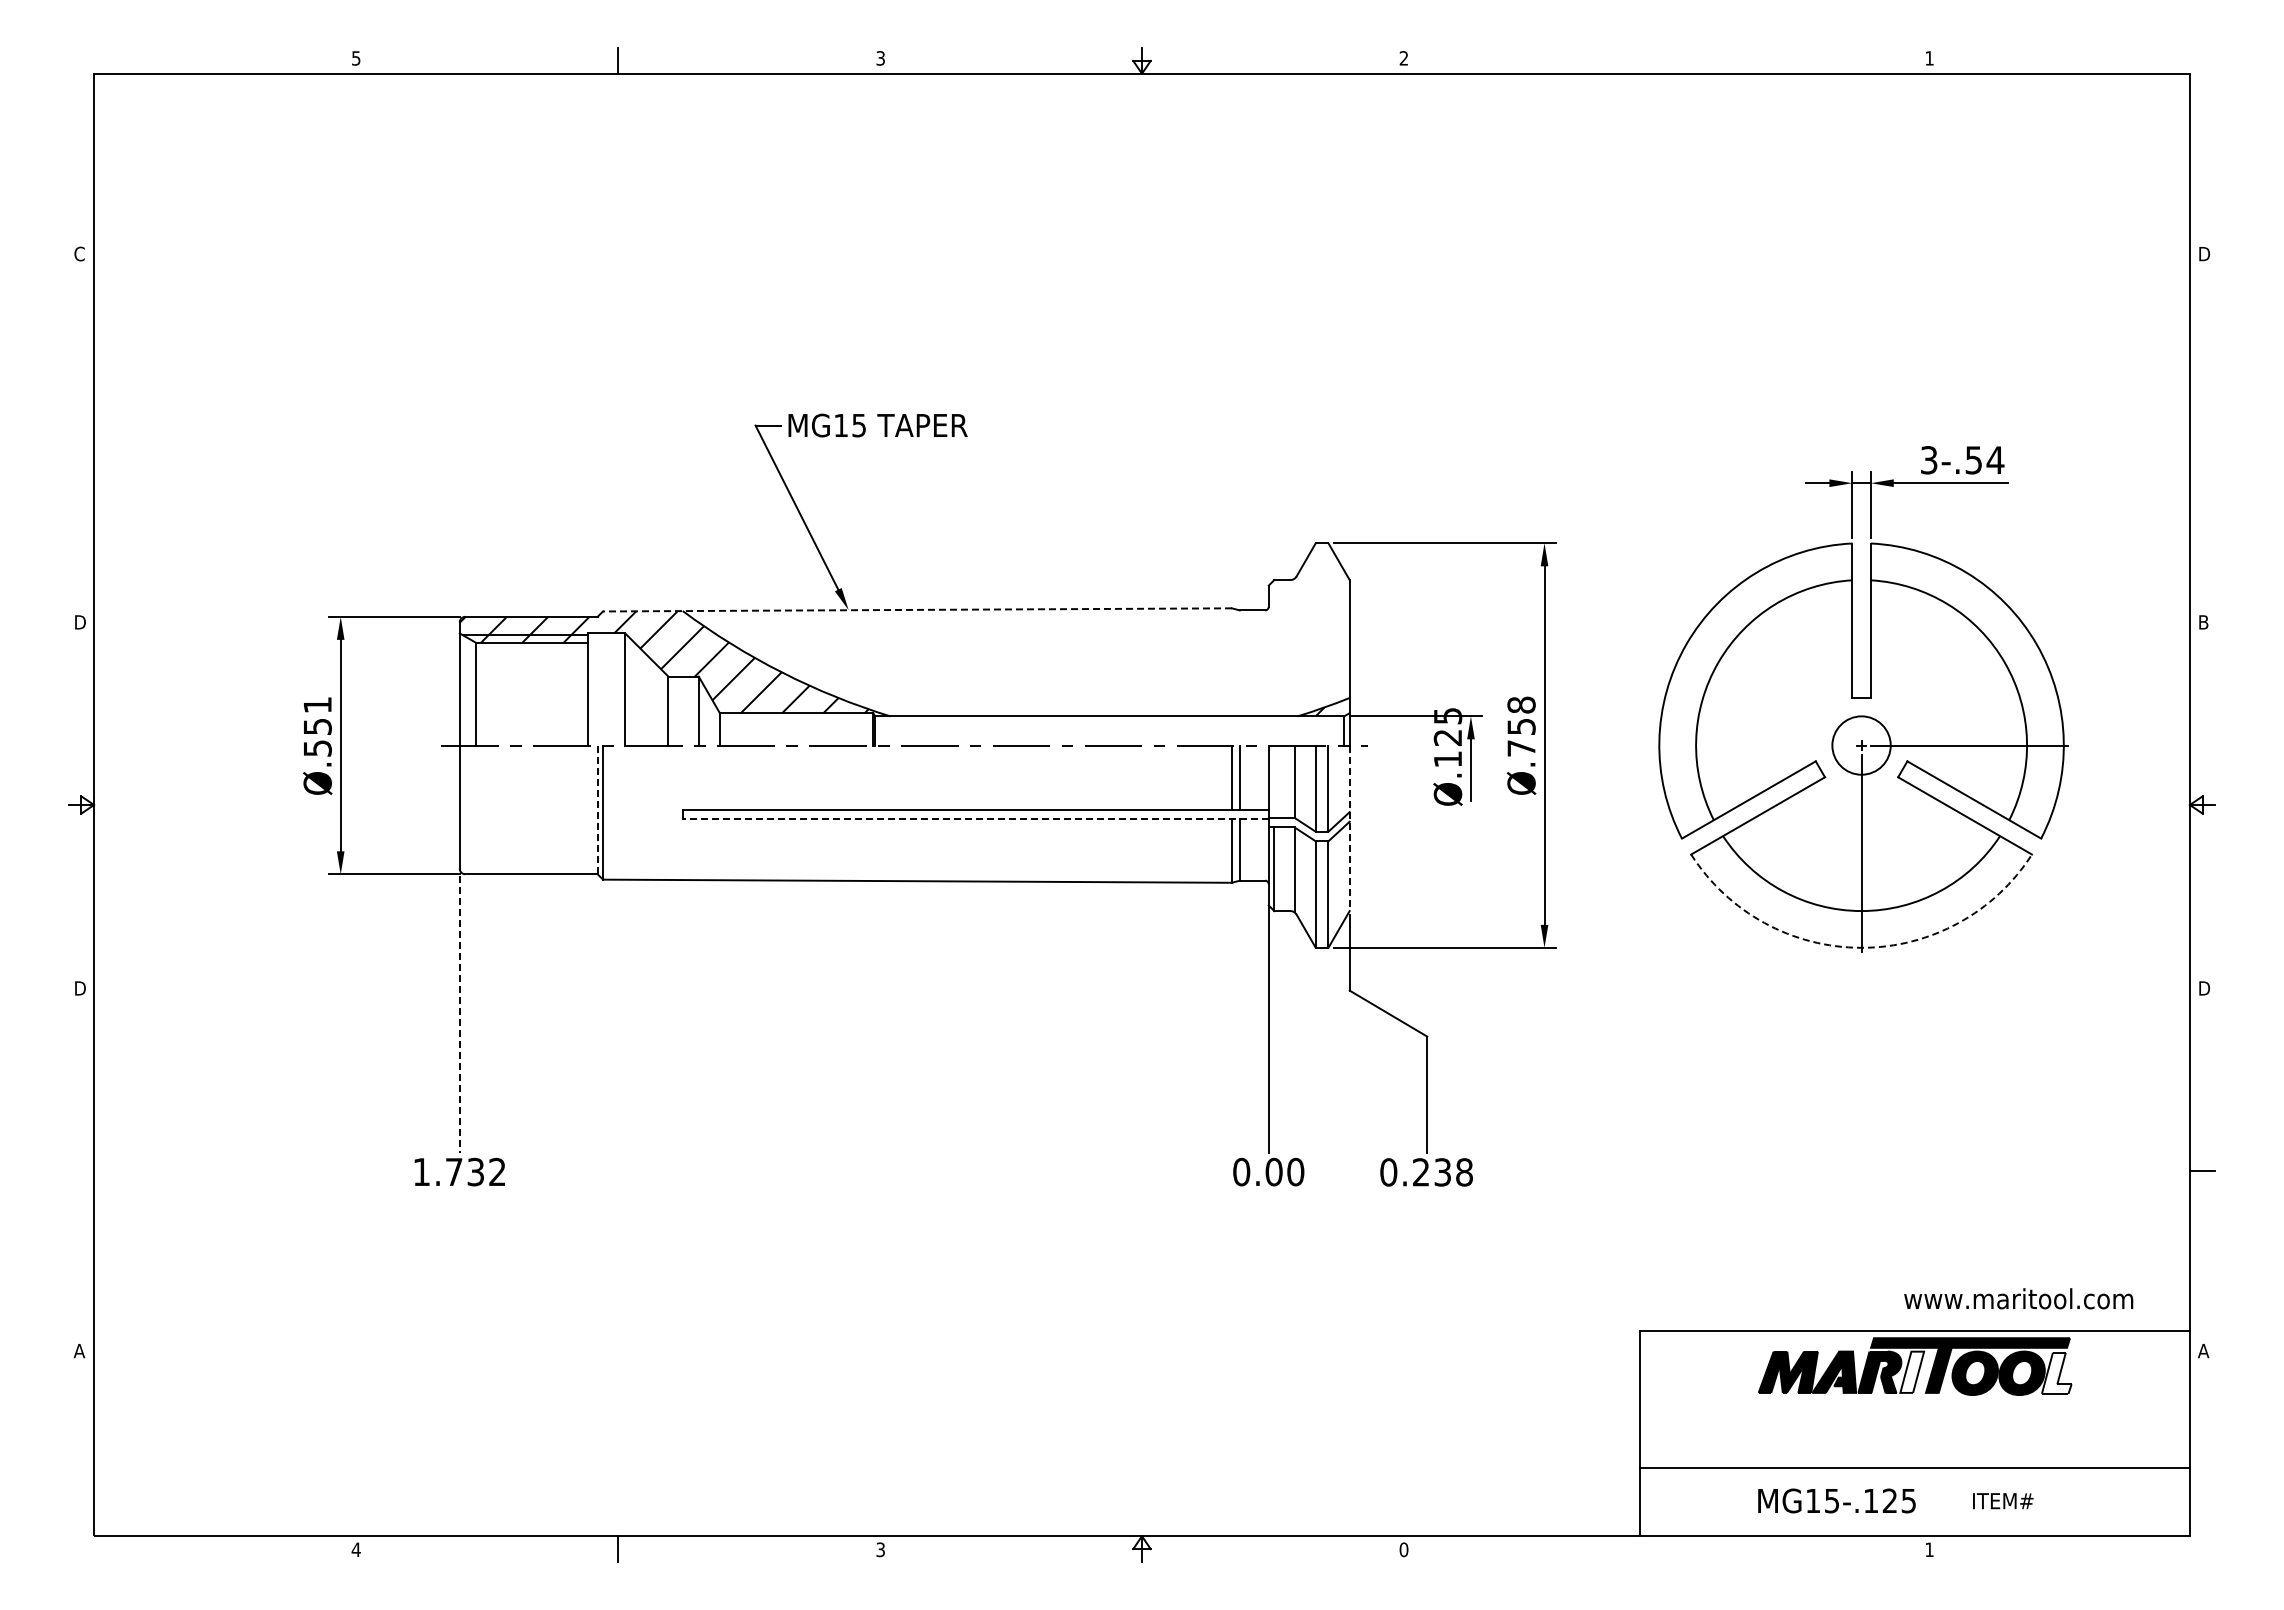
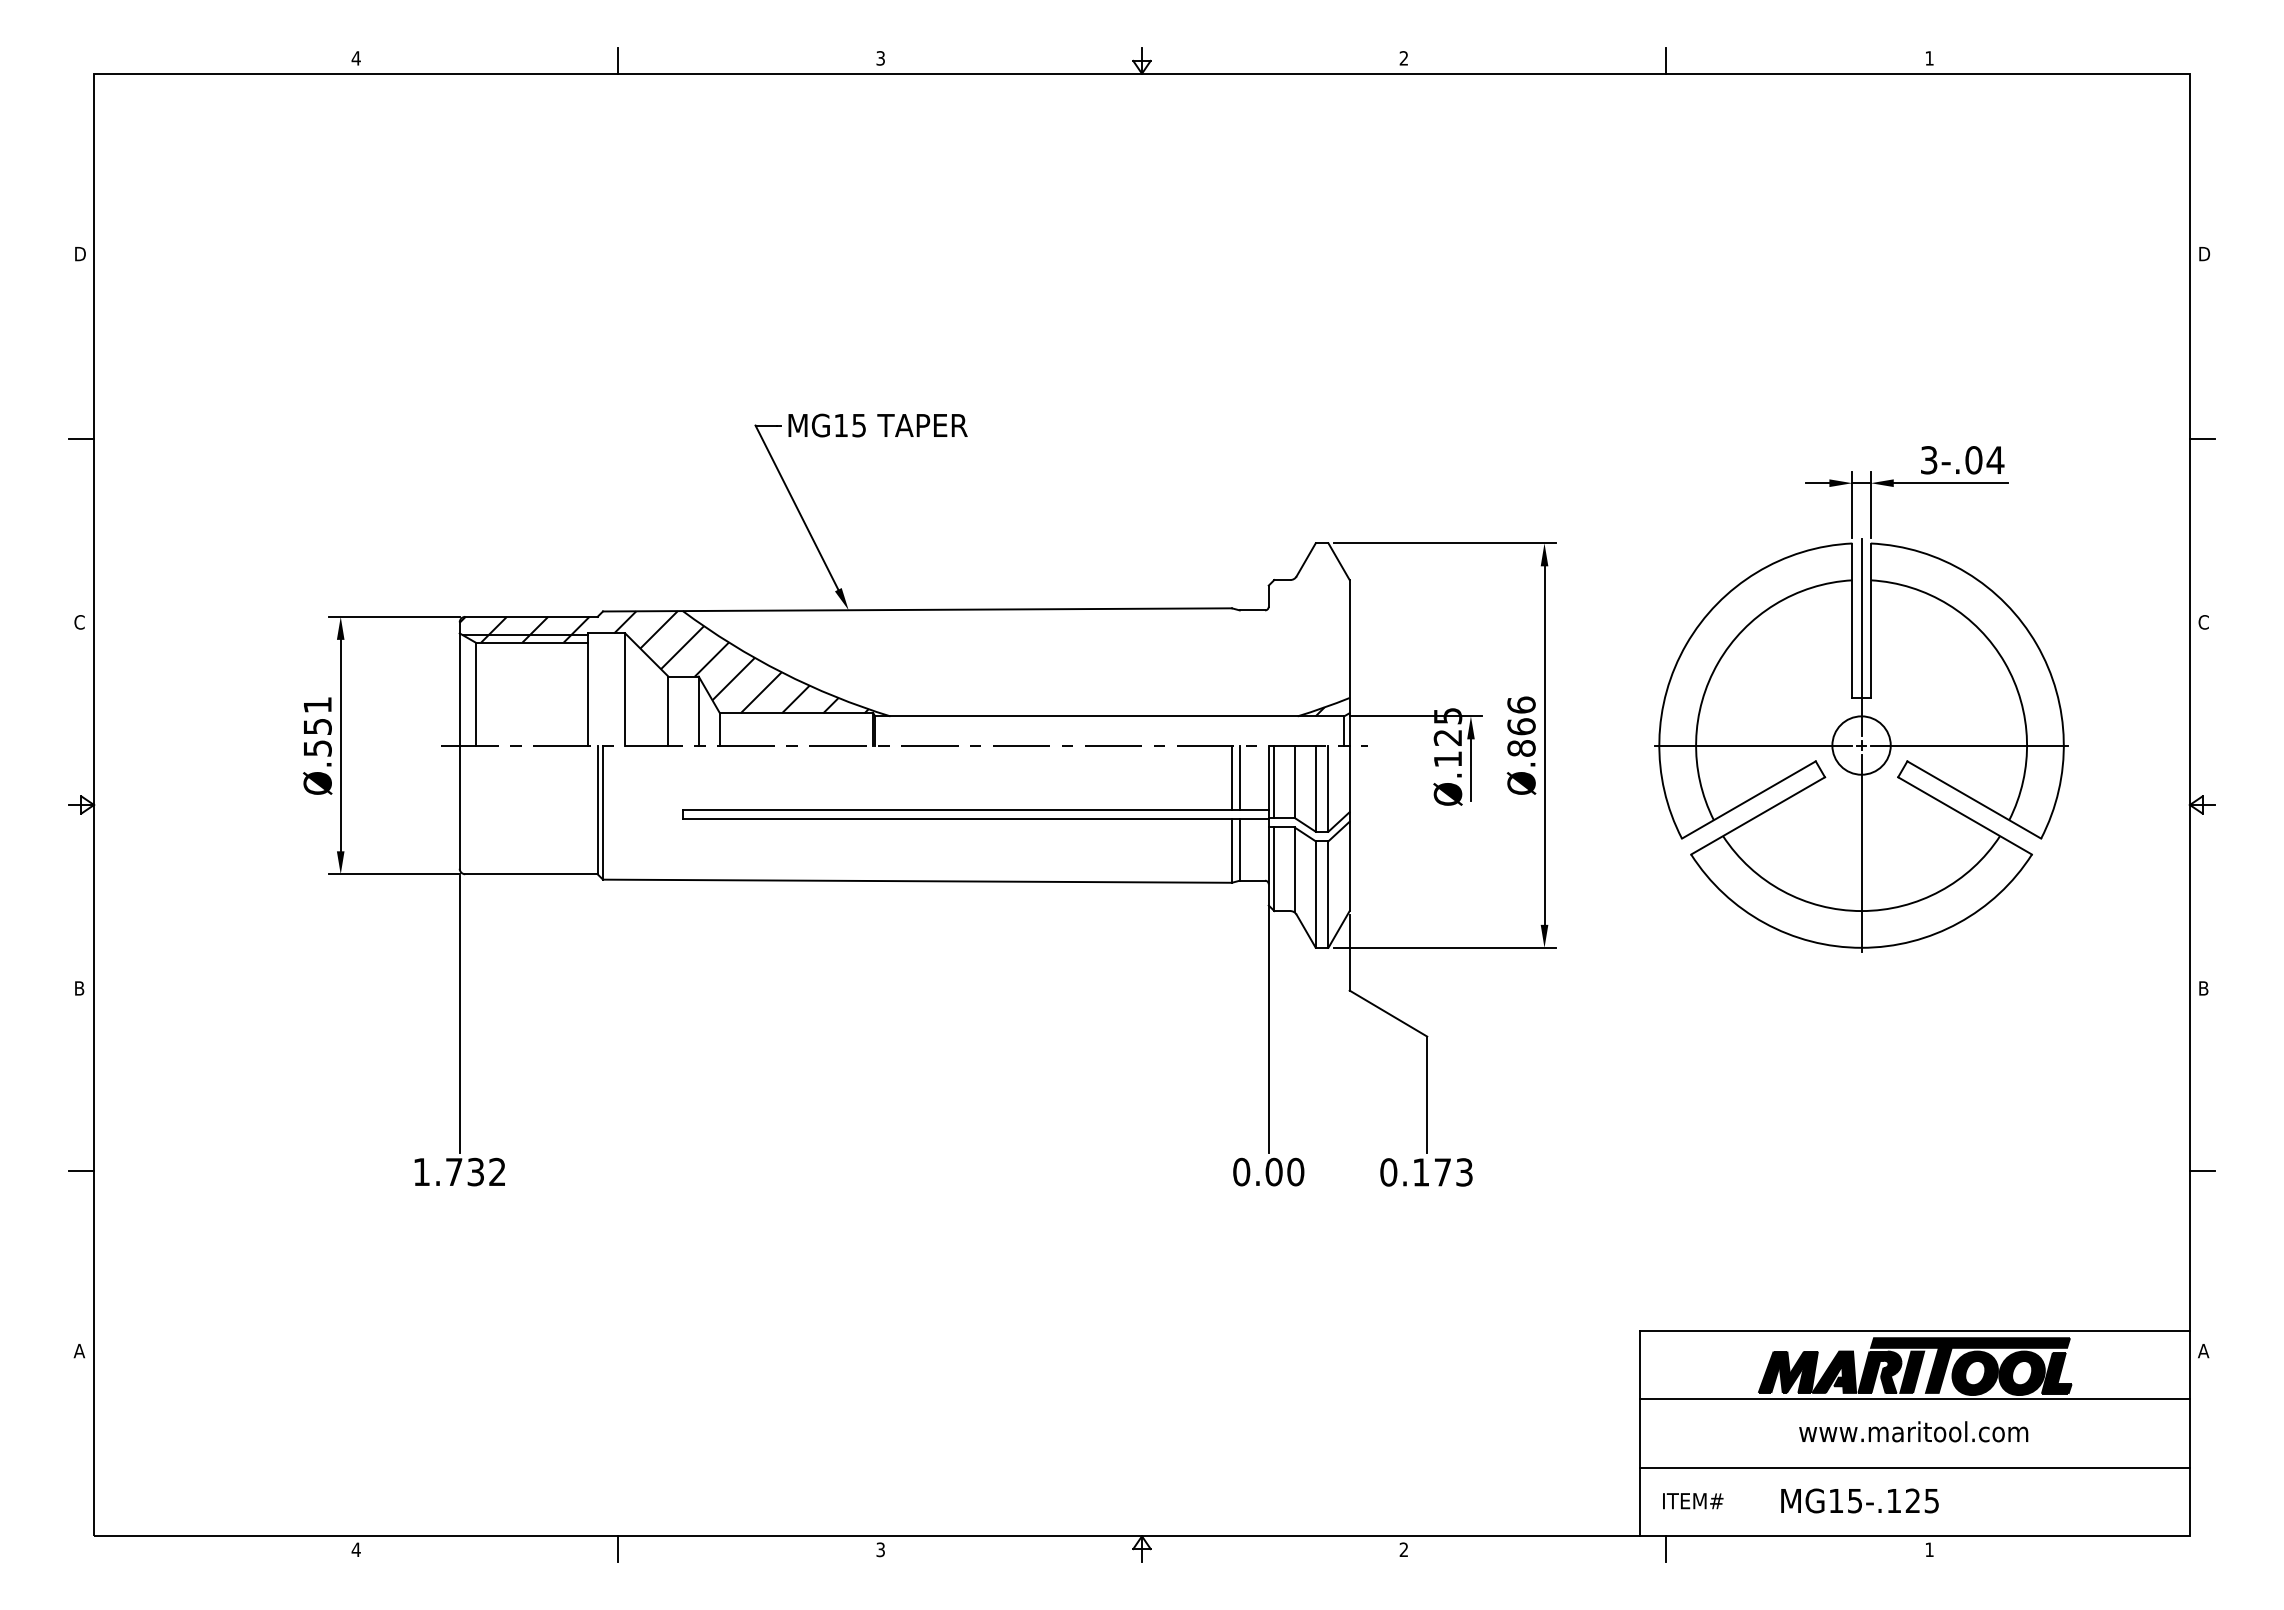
text at (355, 58): 5 -> 4
line at (1665, 60): none -> present
text at (79, 253): C -> D
line at (81, 439): none -> present
line at (2202, 439): none -> present
text at (1973, 460): 3-.54 -> 3-.04
line at (917, 609): dashed -> solid
text at (79, 622): D -> C
text at (2203, 622): B -> C
line at (1861, 637): none -> present
text at (1521, 726): Ø.758 -> Ø.866
line at (1753, 745): none -> present
line at (1274, 781): none -> present
line at (597, 810): dashed -> solid
line at (975, 819): dashed -> solid
line at (1349, 828): dashed -> solid
arc at (1861, 947): dashed -> solid
text at (81, 988): D -> B
text at (2205, 988): D -> B
line at (459, 1014): dashed -> solid
line at (81, 1170): none -> present
text at (1443, 1172): 0.238 -> 0.173
text at (2018, 1298) position: (2018, 1298) -> (1913, 1431)
fill at (1912, 1371): none -> present
fill at (2056, 1372): none -> present
line at (1914, 1399): none -> present
text at (1836, 1500) position: (1836, 1500) -> (1859, 1500)
text at (2003, 1501) position: (2003, 1501) -> (1693, 1501)
line at (1665, 1548): none -> present
text at (1403, 1549): 0 -> 2
